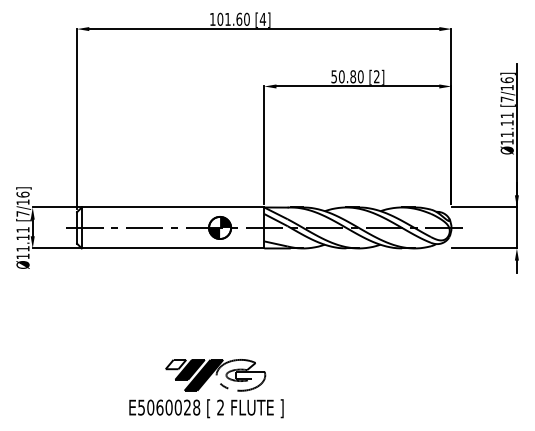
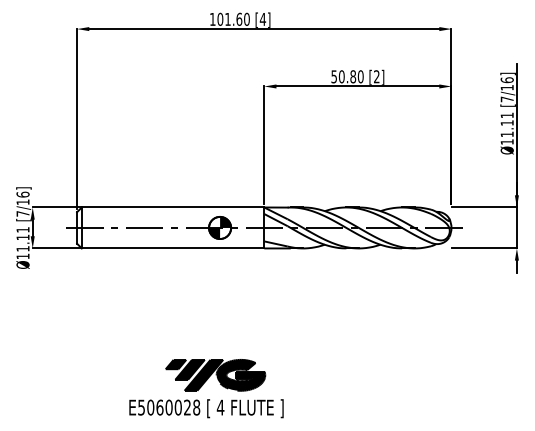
fill at (175, 364): none -> present
fill at (240, 374): none -> present
text at (220, 407): 2 -> 4
